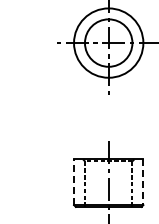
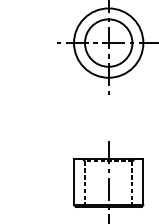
line at (74, 182): dashed -> solid
line at (143, 182): dashed -> solid
